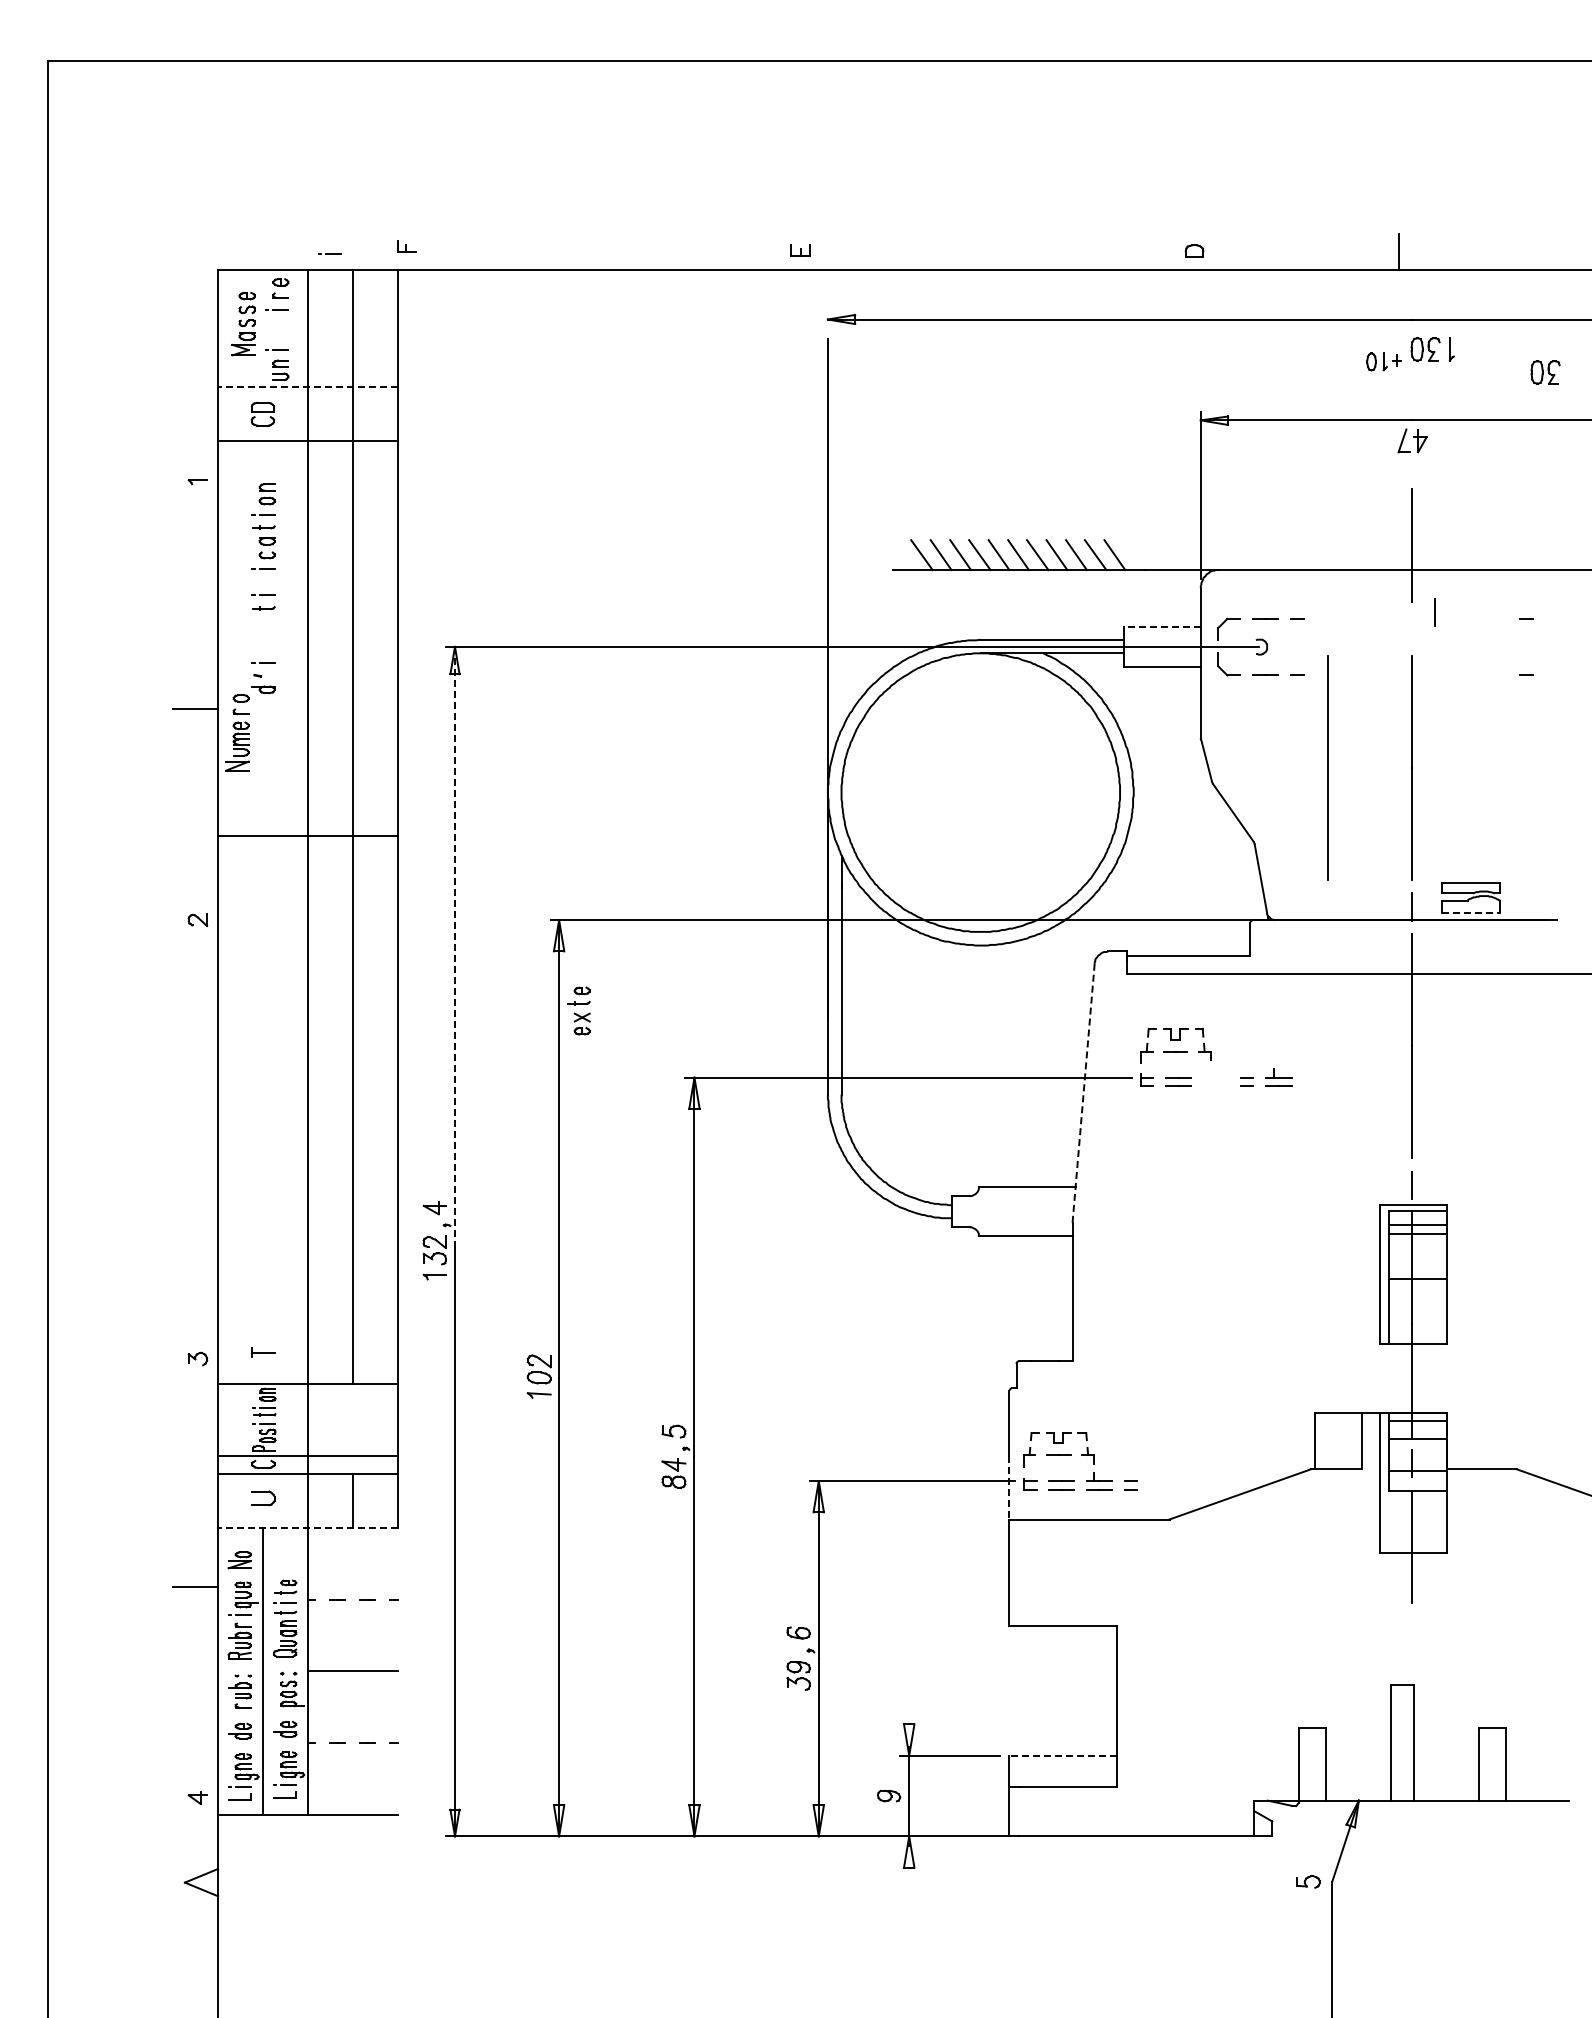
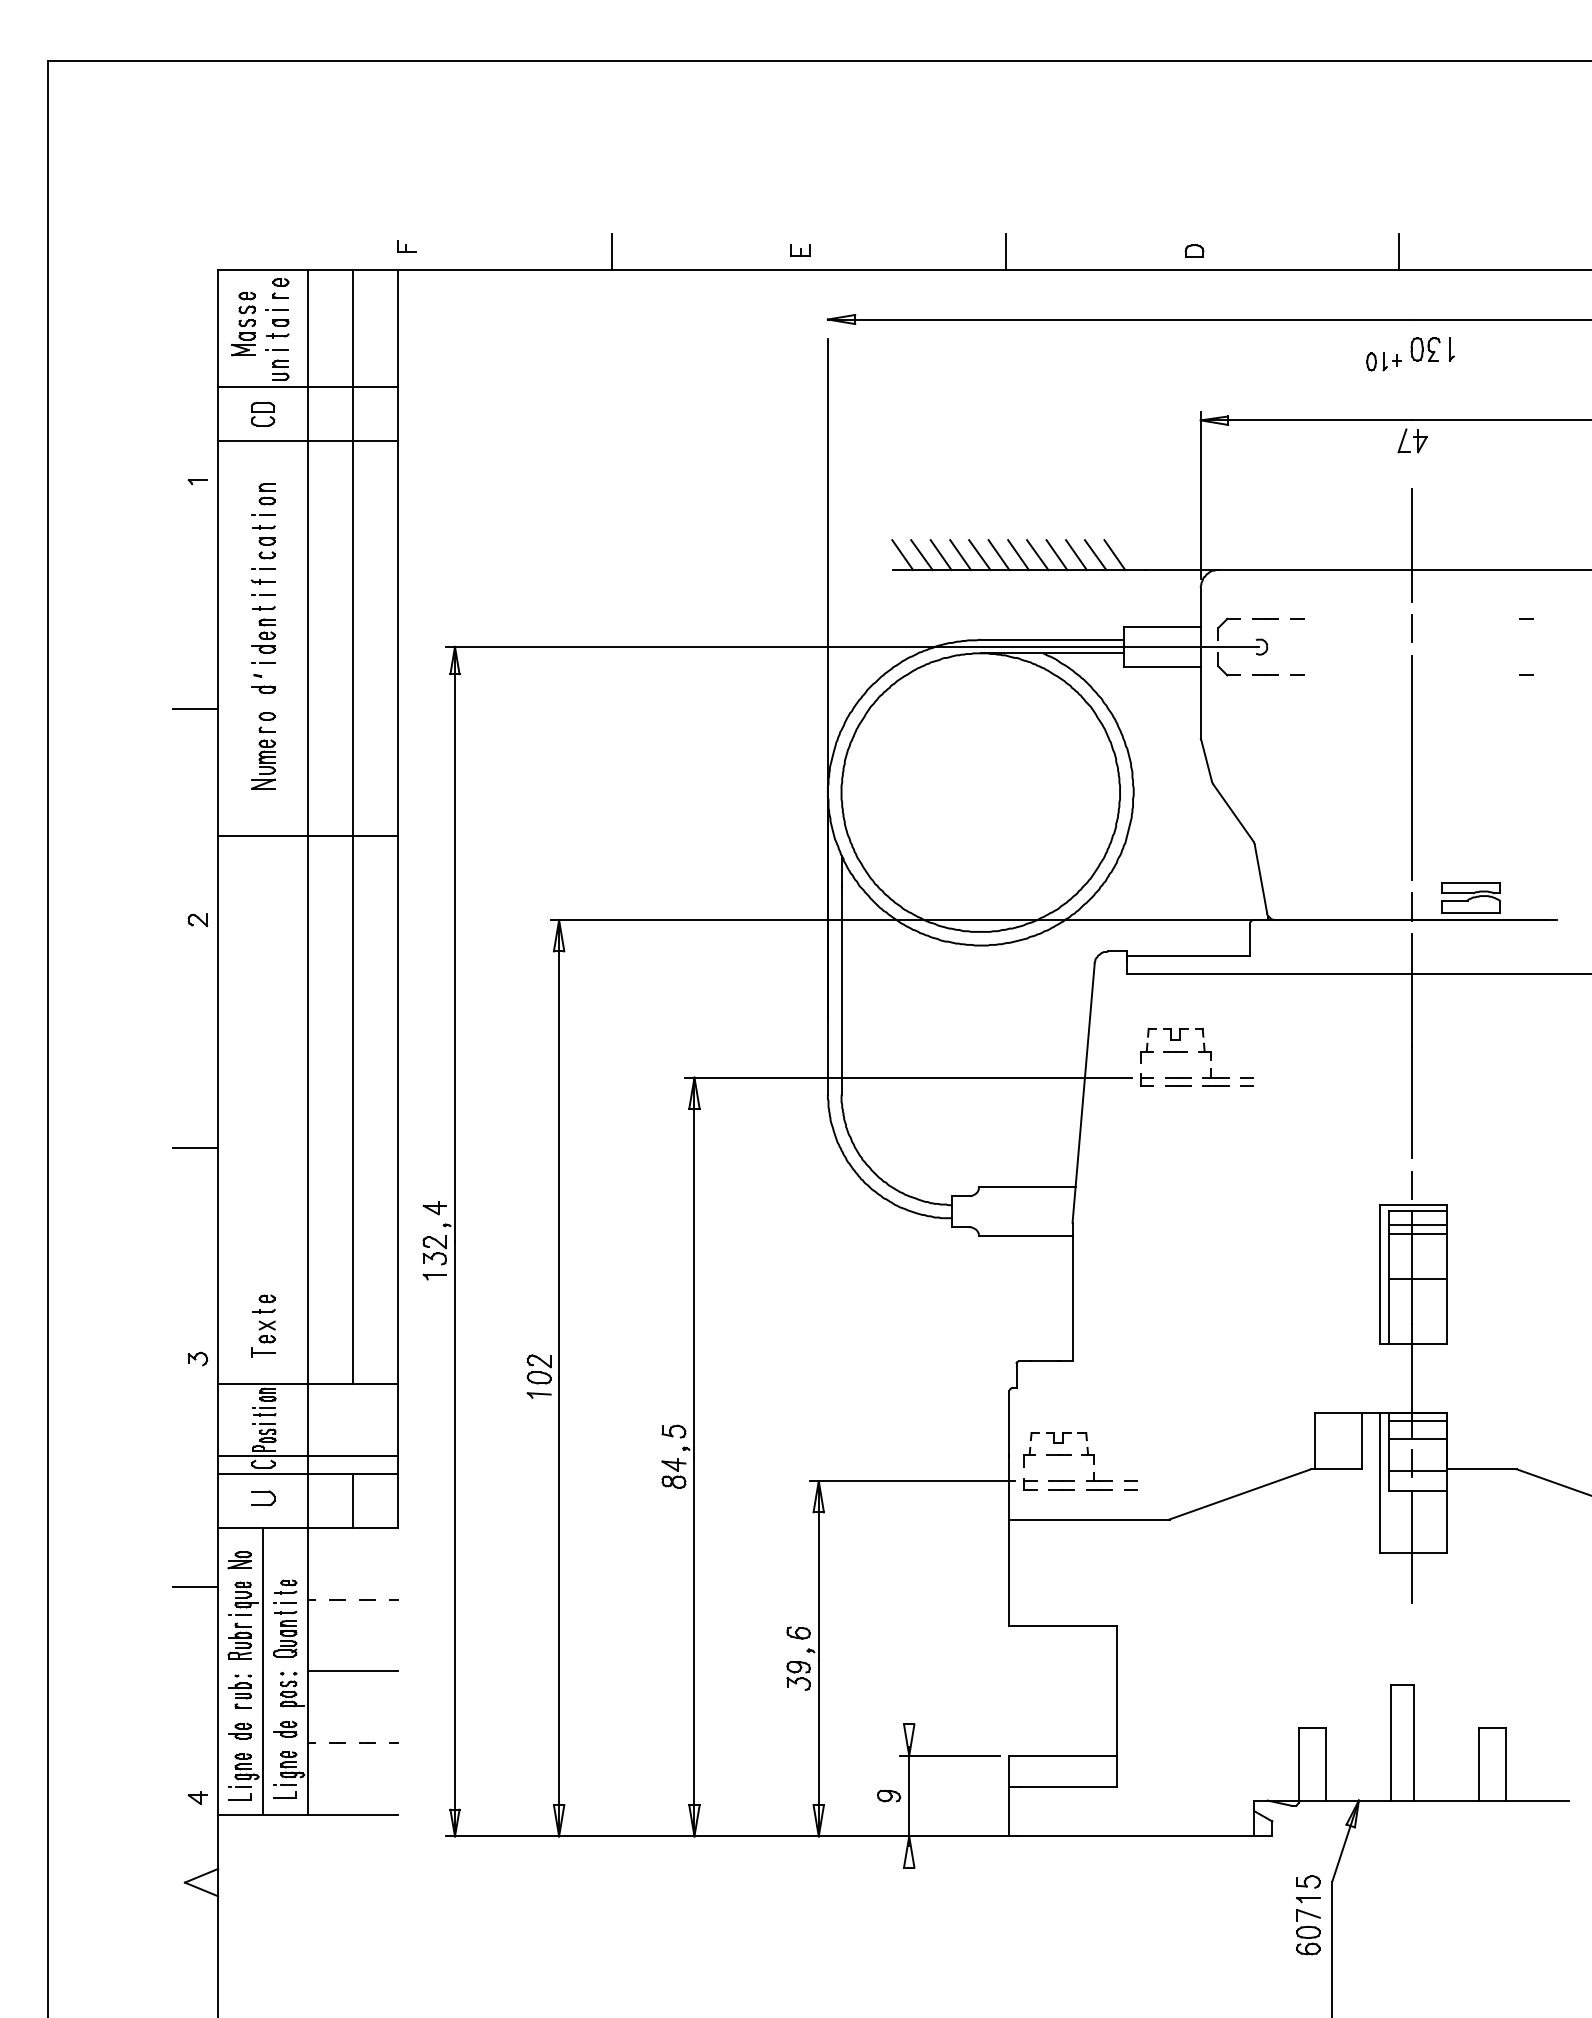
line at (611, 252): none -> present
line at (1005, 252): none -> present
line at (329, 253): present -> none
part at (277, 328): none -> present
part at (1545, 372): present -> none
line at (307, 386): dashed -> solid
line at (902, 555): none -> present
part at (262, 581): none -> present
line at (1434, 612) position: (1434, 612) -> (1411, 628)
line at (1161, 626): dashed -> solid
part at (263, 635): none -> present
part at (237, 732) position: (237, 732) -> (263, 750)
line at (1327, 767): present -> none
line at (1471, 913): dashed -> solid
line at (455, 944): dashed -> solid
part at (578, 1010) position: (578, 1010) -> (263, 1318)
part at (1278, 1077) position: (1278, 1077) -> (1215, 1077)
line at (1083, 1093): dashed -> solid
line at (195, 1147): none -> present
line at (1009, 1487): dashed -> solid
line at (307, 1527): dashed -> solid
line at (1062, 1755): dashed -> solid
part at (1308, 1926): none -> present
